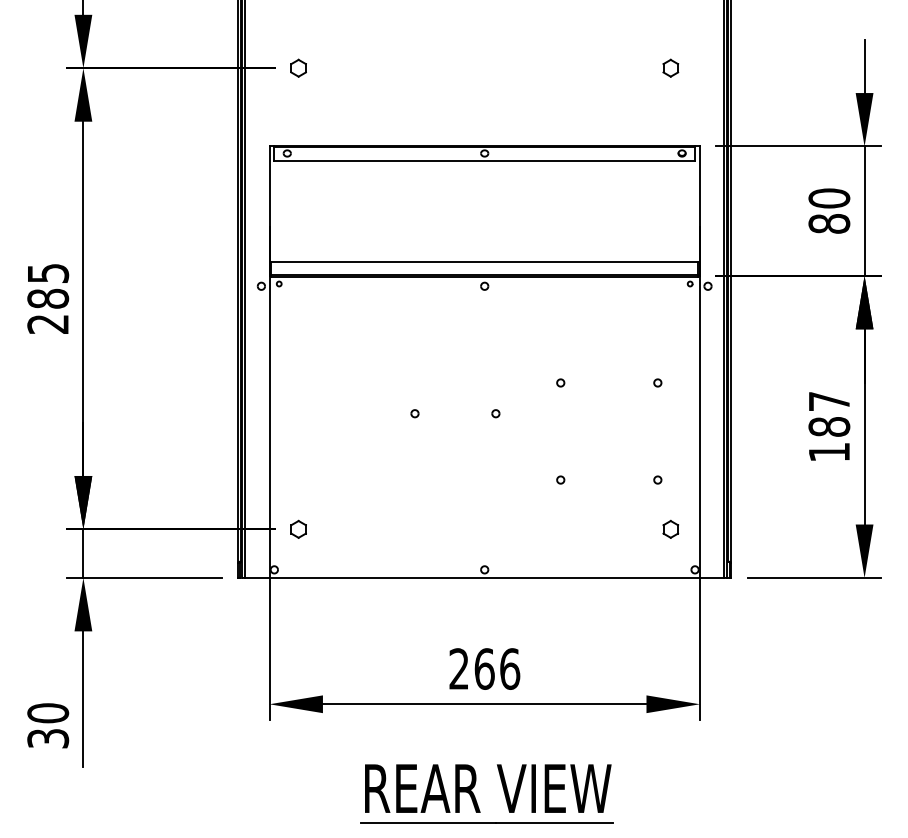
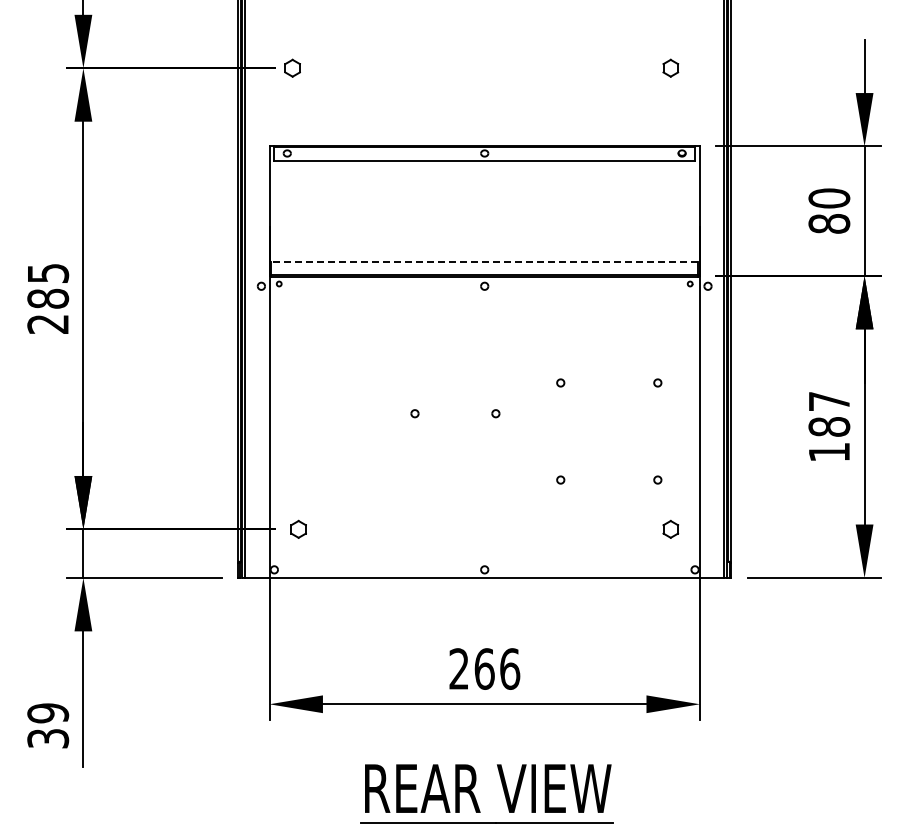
part at (298, 67) position: (298, 67) -> (292, 67)
line at (484, 261): solid -> dashed
text at (48, 713): 30 -> 39
